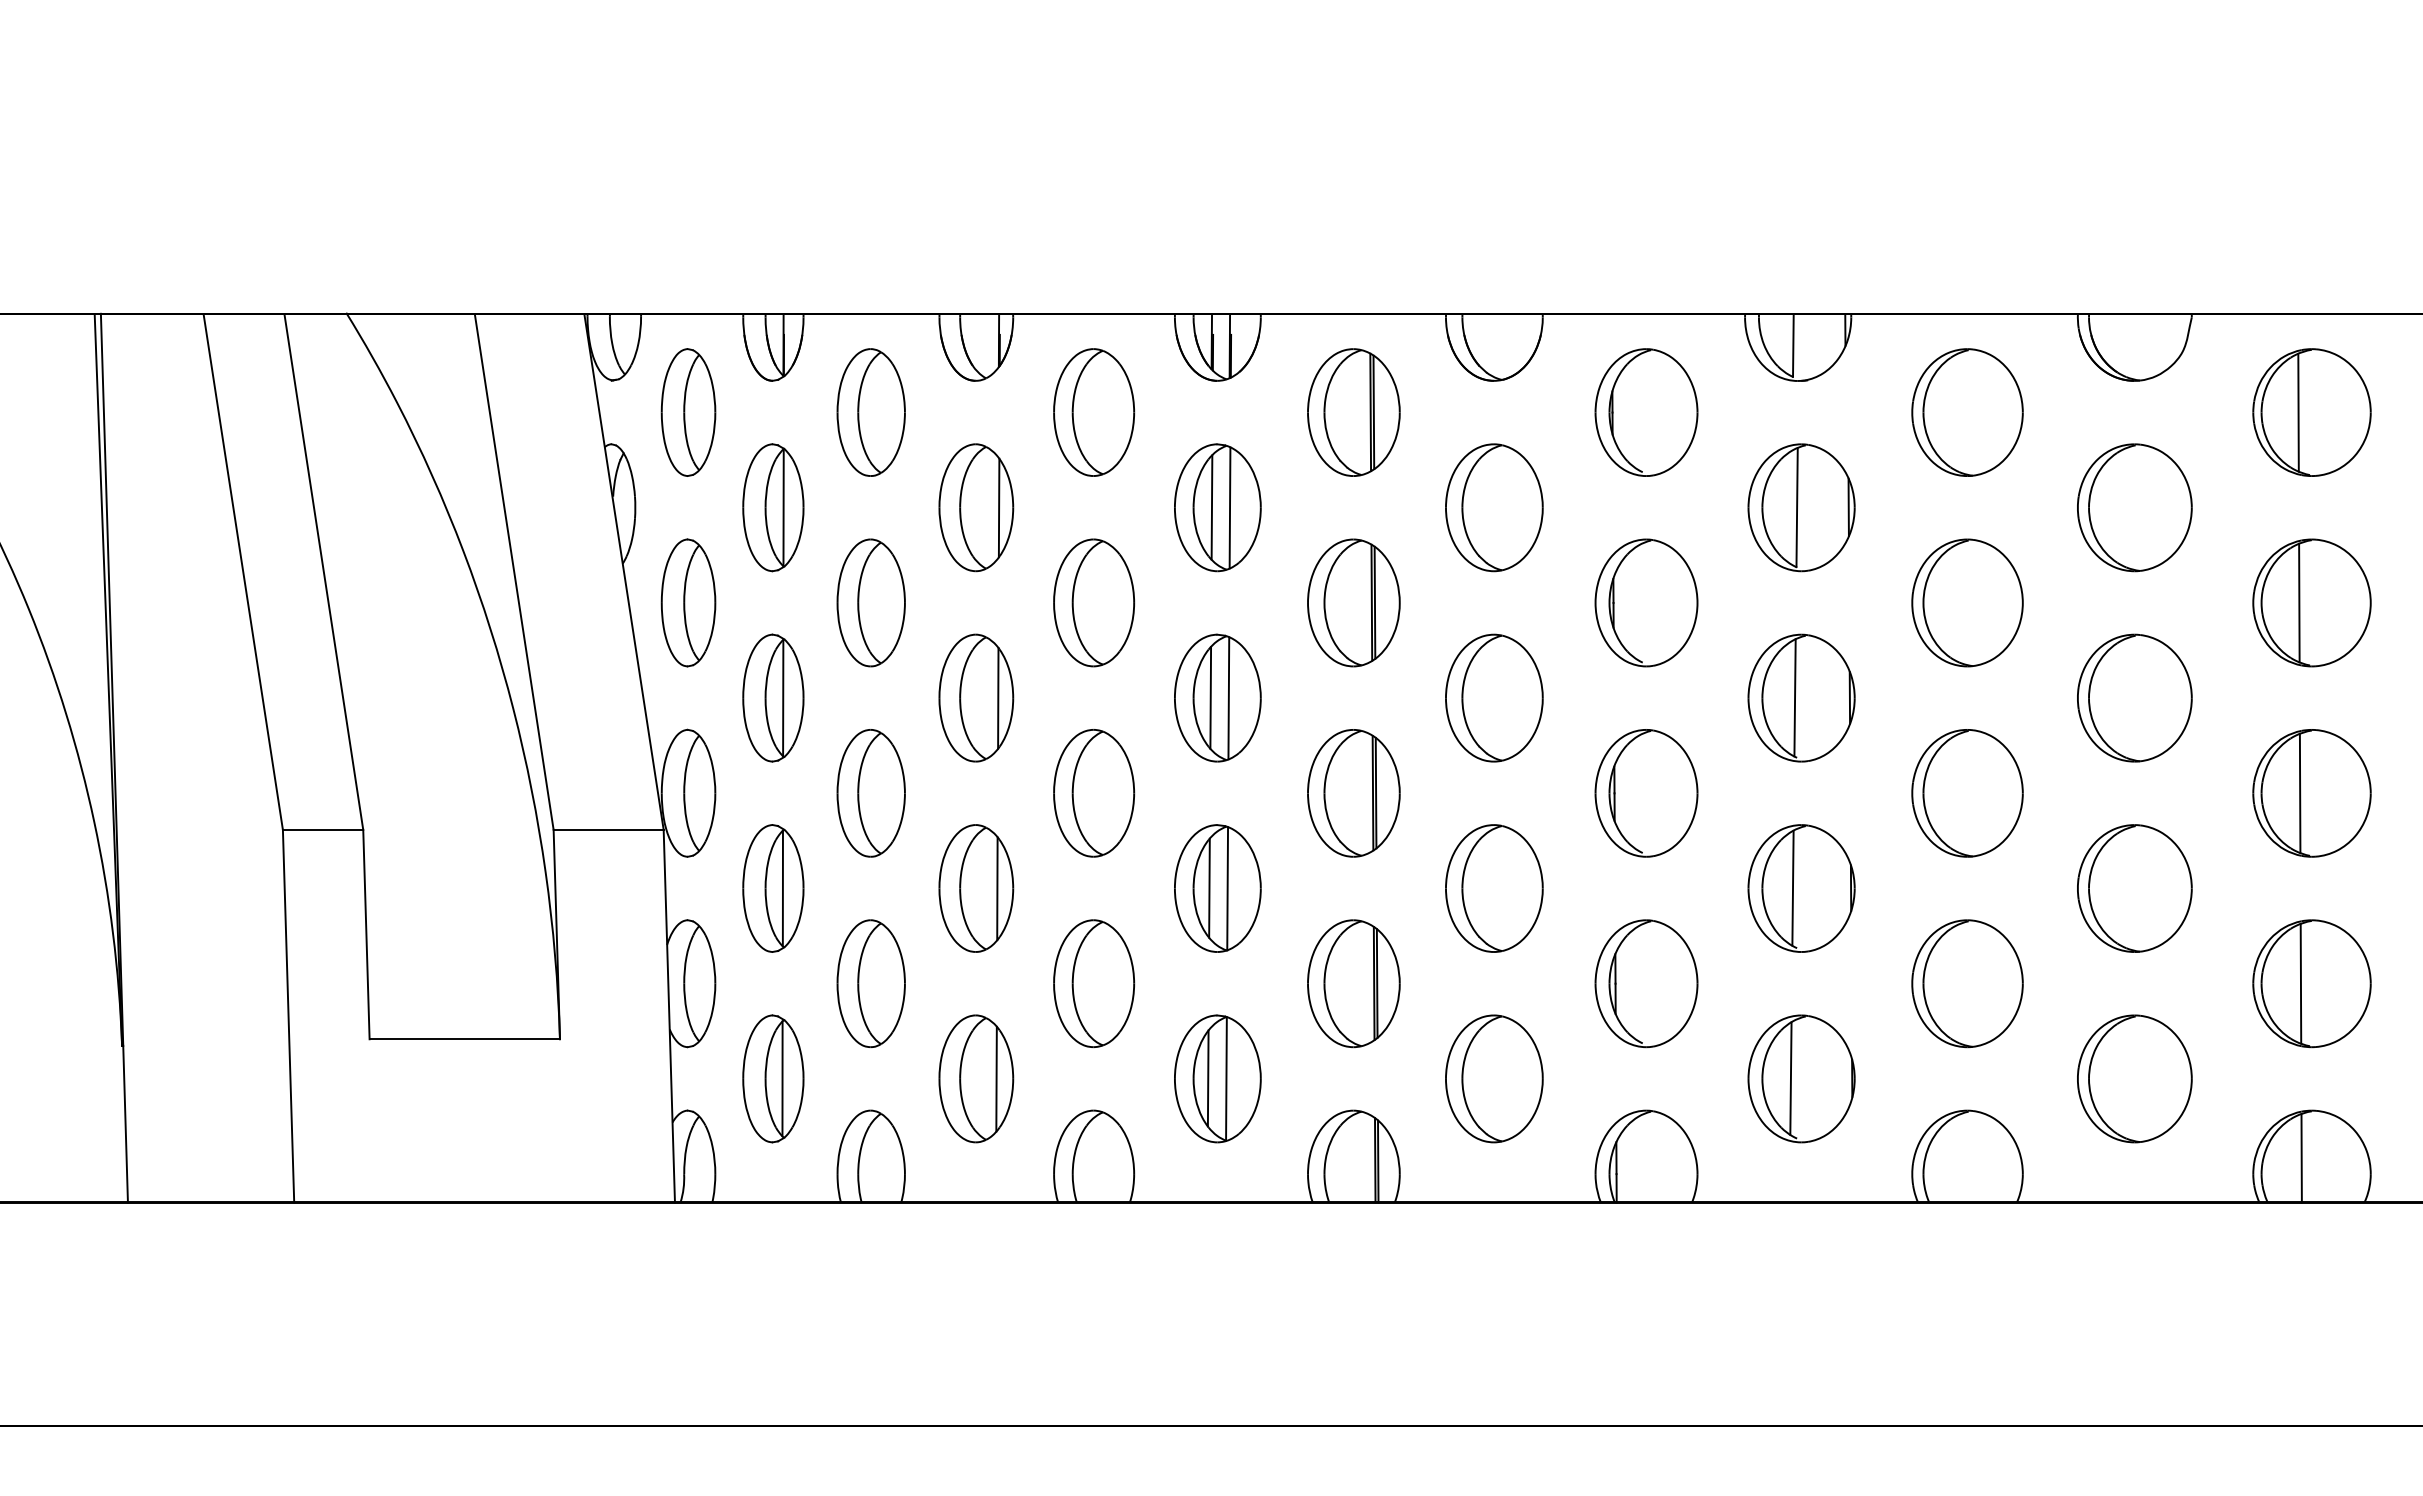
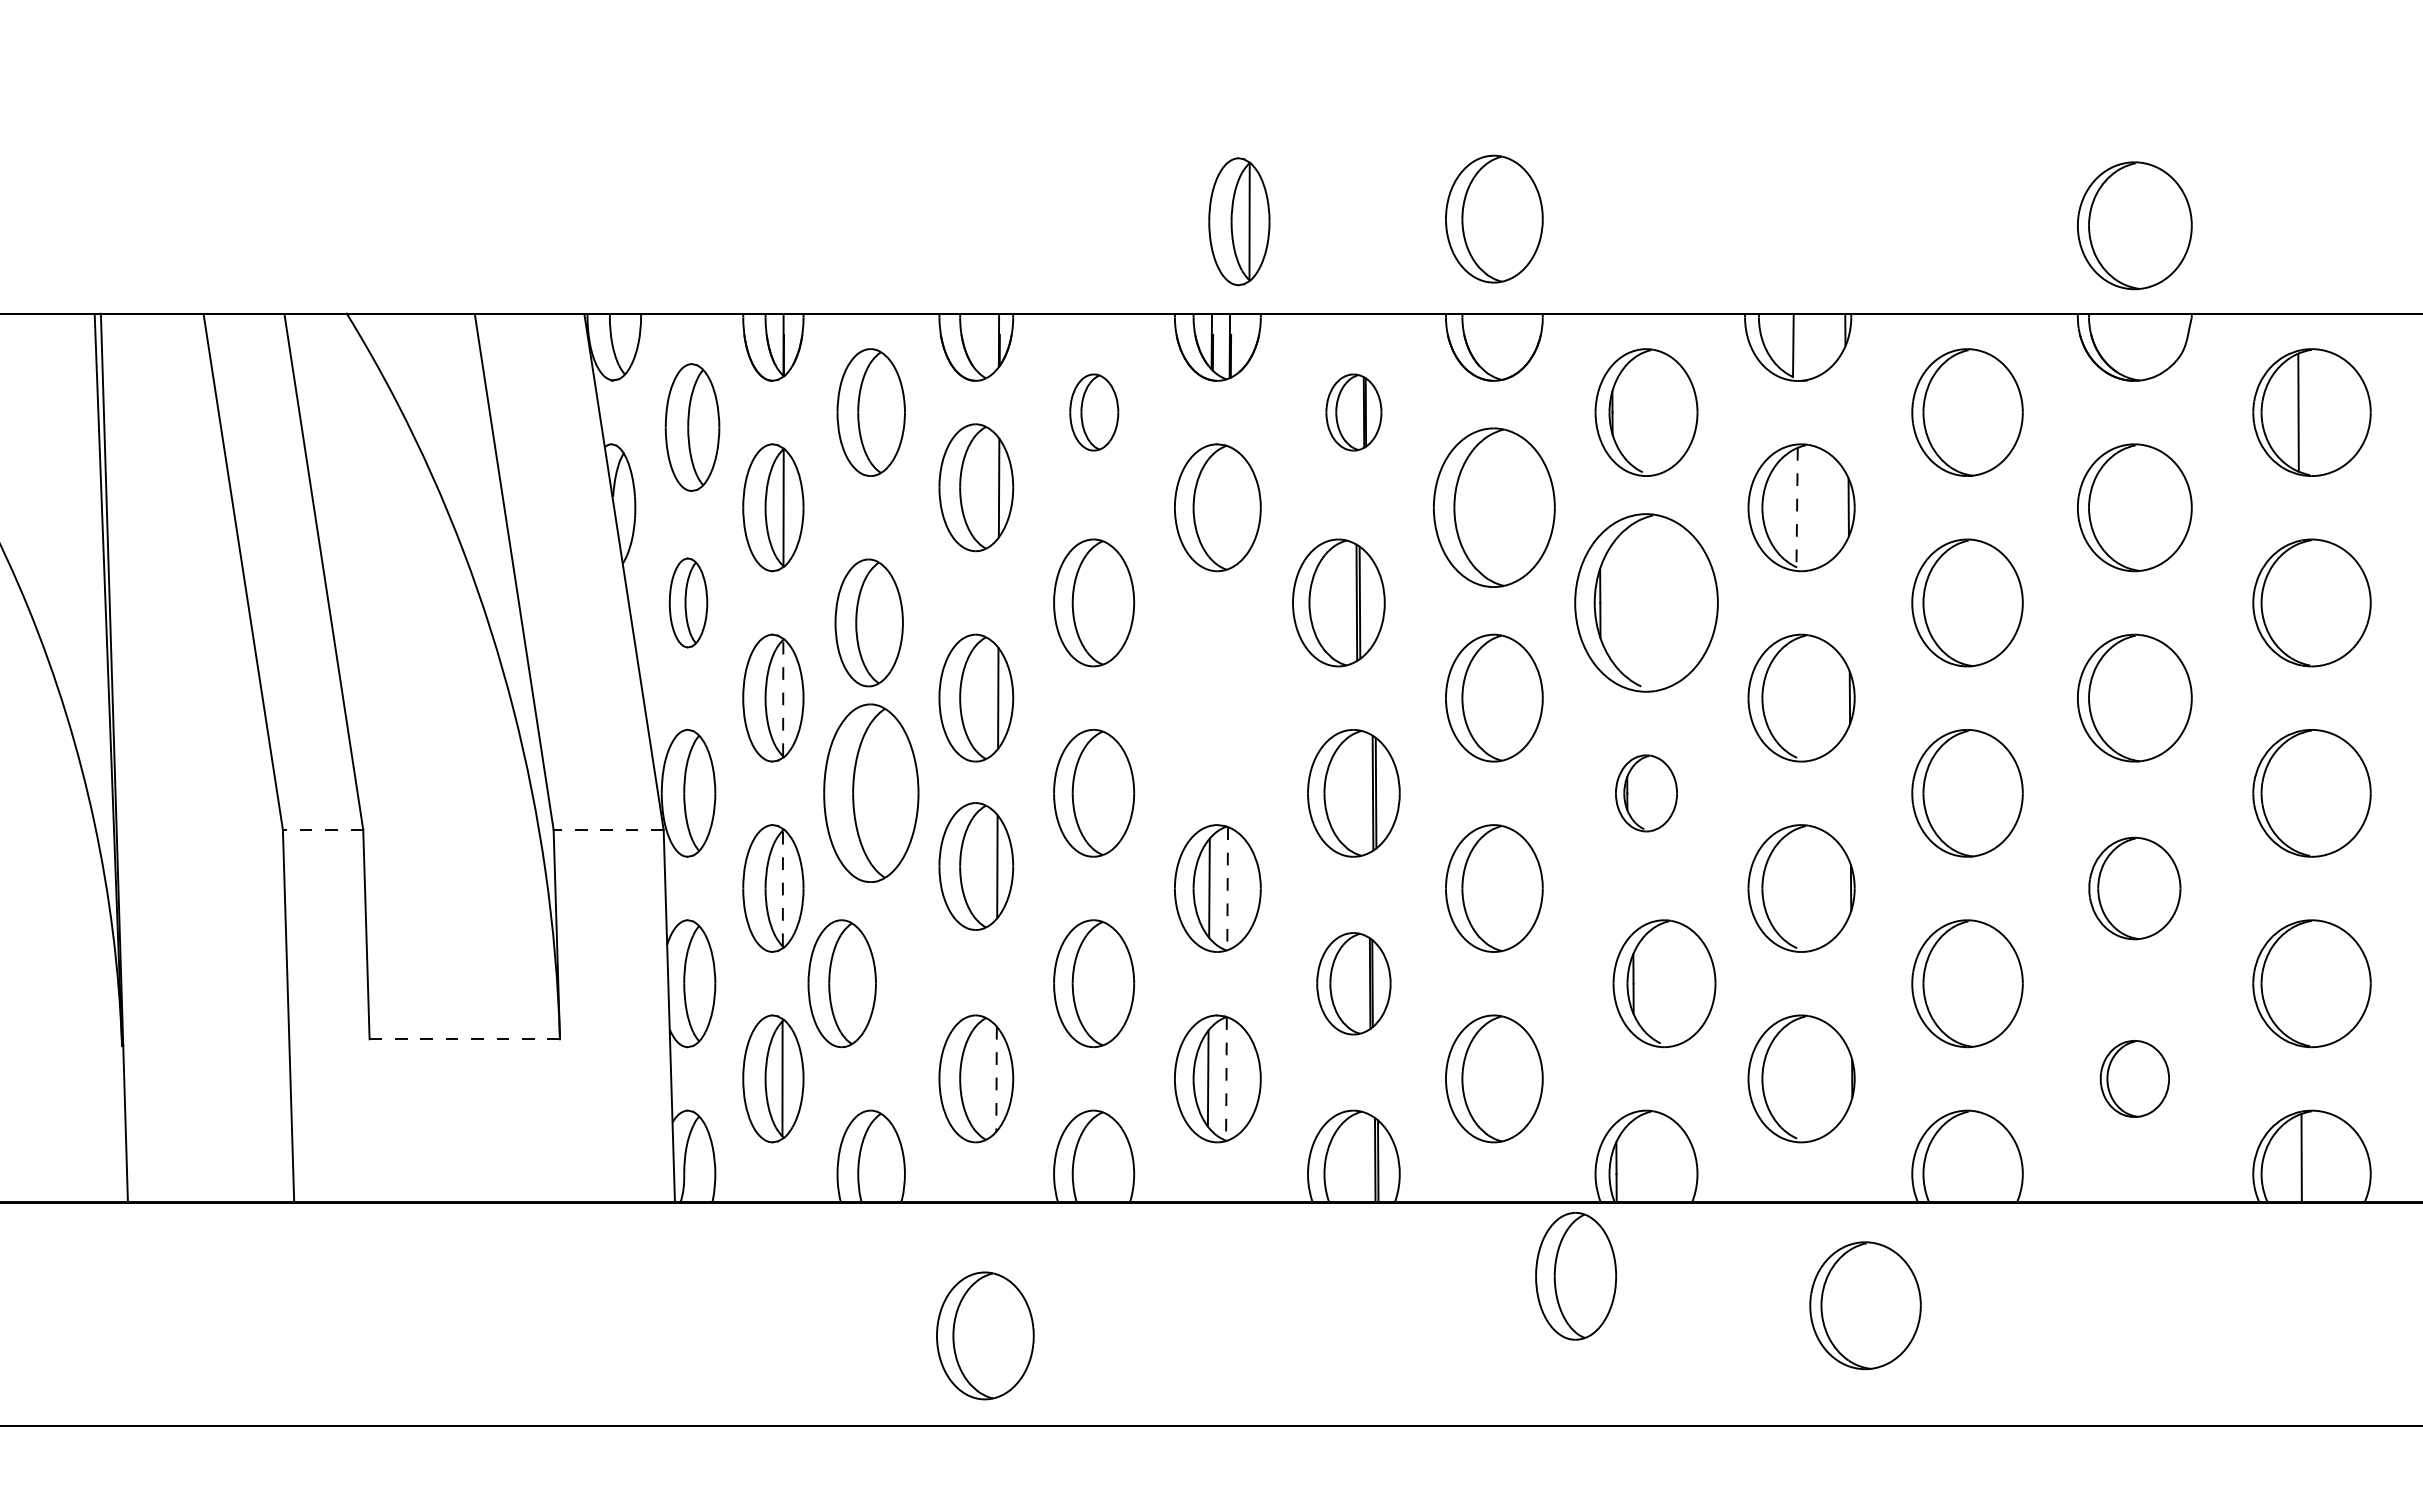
part at (1494, 218): none -> present
part at (1239, 221): none -> present
part at (2134, 225): none -> present
part at (688, 412) position: (688, 412) -> (692, 427)
part at (1094, 412) size: 83x129 px -> 51x79 px
part at (1353, 412) size: 94x129 px -> 58x79 px
part at (976, 507) position: (976, 507) -> (976, 487)
line at (1211, 507): present -> none
line at (1229, 507): present -> none
part at (1494, 507) size: 99x130 px -> 123x161 px
line at (1797, 507): solid -> dashed
part at (688, 602) size: 57x130 px -> 41x92 px
part at (870, 602) position: (870, 602) -> (868, 622)
part at (1353, 602) position: (1353, 602) -> (1338, 602)
part at (1646, 602) size: 105x130 px -> 145x180 px
line at (2299, 602): present -> none
part at (1217, 697): present -> none
line at (1794, 697): present -> none
line at (783, 698): solid -> dashed
part at (870, 793) size: 70x129 px -> 97x180 px
part at (1646, 793) size: 105x129 px -> 63x79 px
line at (2299, 793): present -> none
line at (322, 829): solid -> dashed
line at (608, 829): solid -> dashed
line at (1792, 887): present -> none
line at (782, 888): solid -> dashed
part at (976, 888) position: (976, 888) -> (976, 866)
line at (1227, 888): solid -> dashed
part at (2134, 888) size: 116x129 px -> 94x105 px
part at (870, 983) position: (870, 983) -> (841, 983)
part at (1353, 983) size: 94x130 px -> 76x104 px
part at (1646, 983) position: (1646, 983) -> (1664, 983)
line at (2300, 983): present -> none
line at (465, 1039): solid -> dashed
line at (1226, 1078): solid -> dashed
line at (1790, 1078): present -> none
part at (2134, 1078) size: 116x130 px -> 71x78 px
line at (996, 1079): solid -> dashed
part at (1576, 1276): none -> present
part at (1865, 1305): none -> present
part at (985, 1335): none -> present
